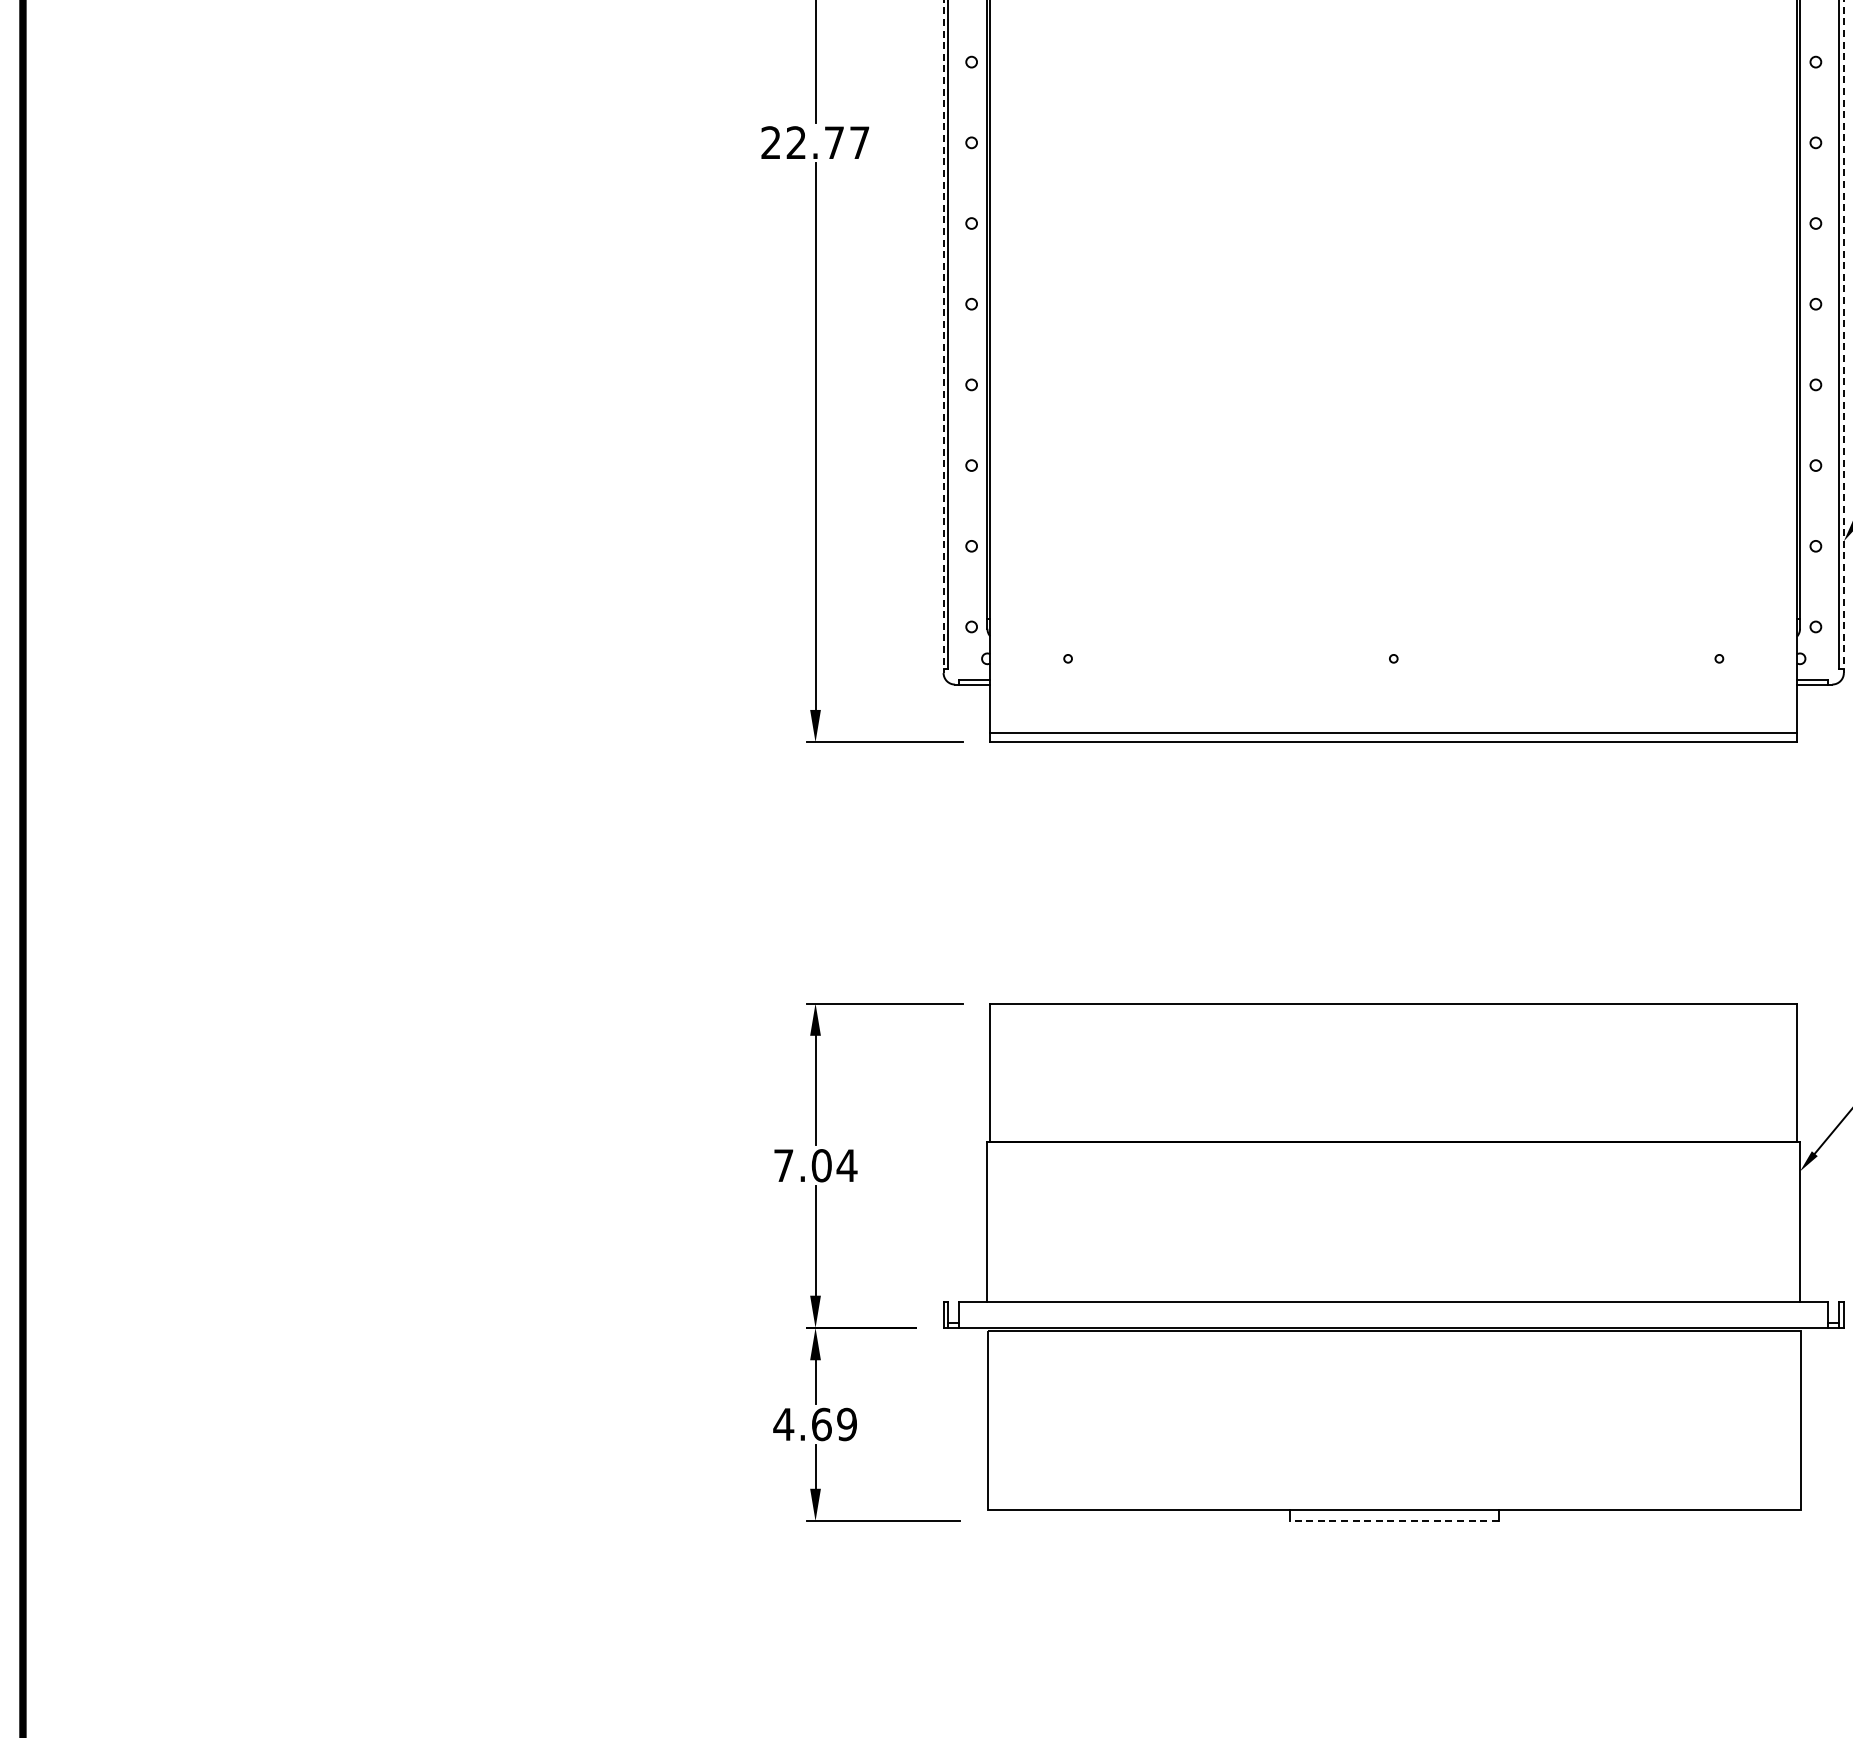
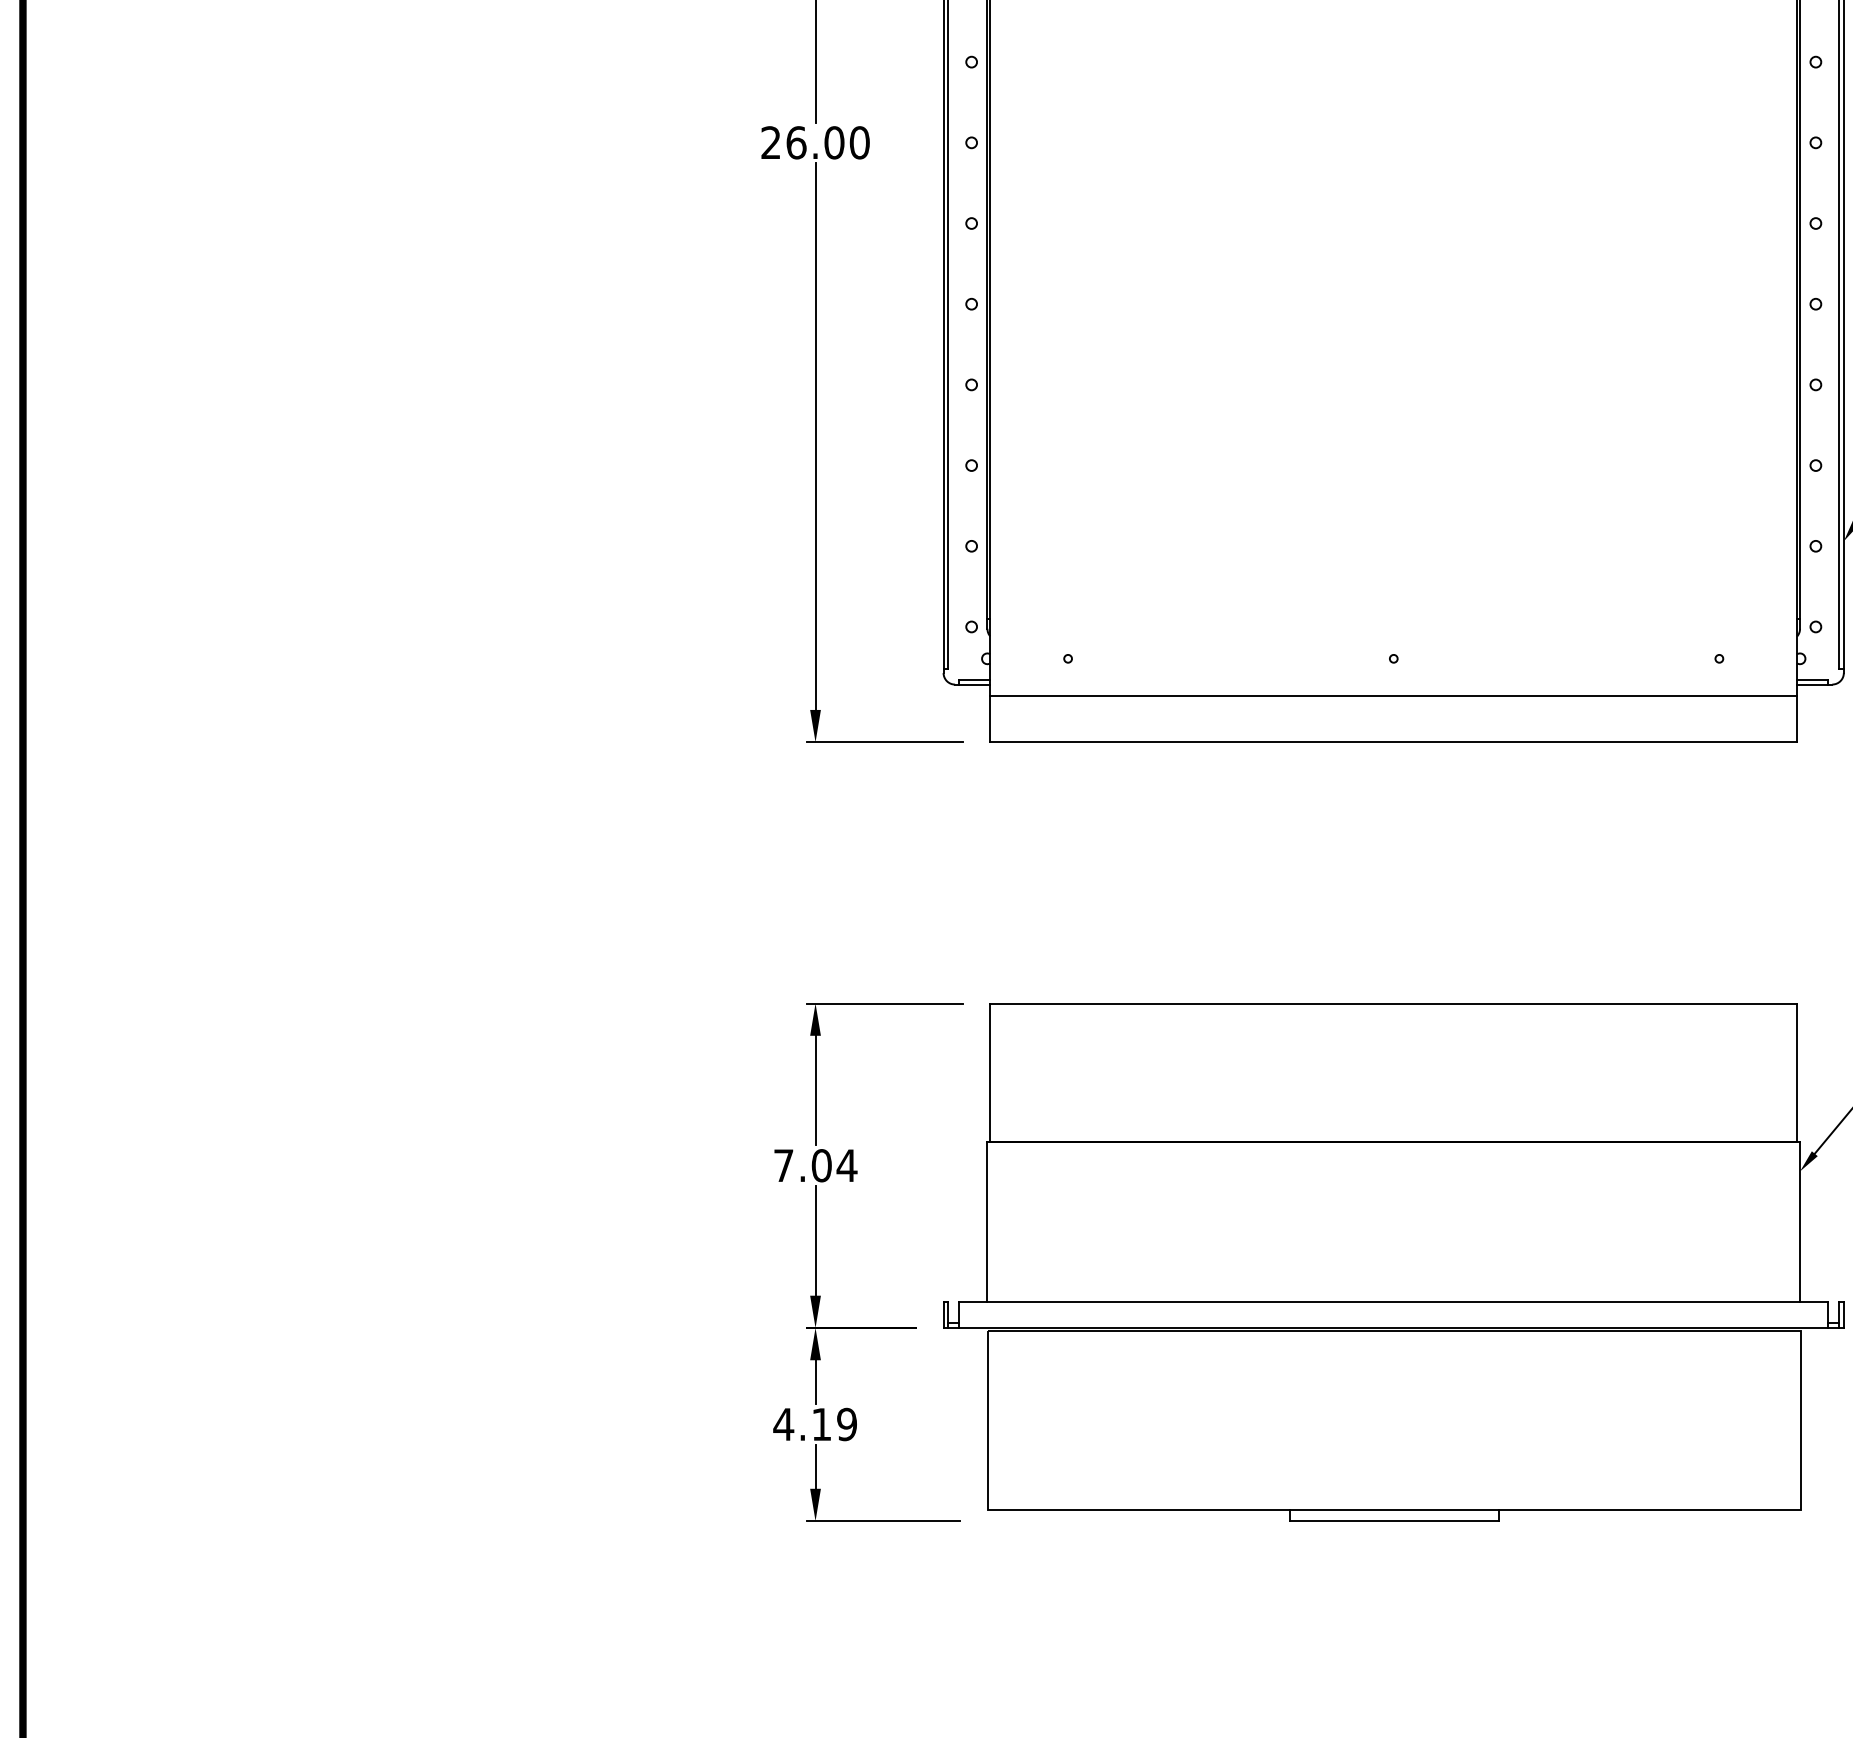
text at (827, 142): 22.77 -> 26.00
line at (943, 337): dashed -> solid
line at (1843, 337): dashed -> solid
line at (1393, 733) position: (1393, 733) -> (1393, 696)
text at (821, 1424): 4.69 -> 4.19
line at (1393, 1521): dashed -> solid
